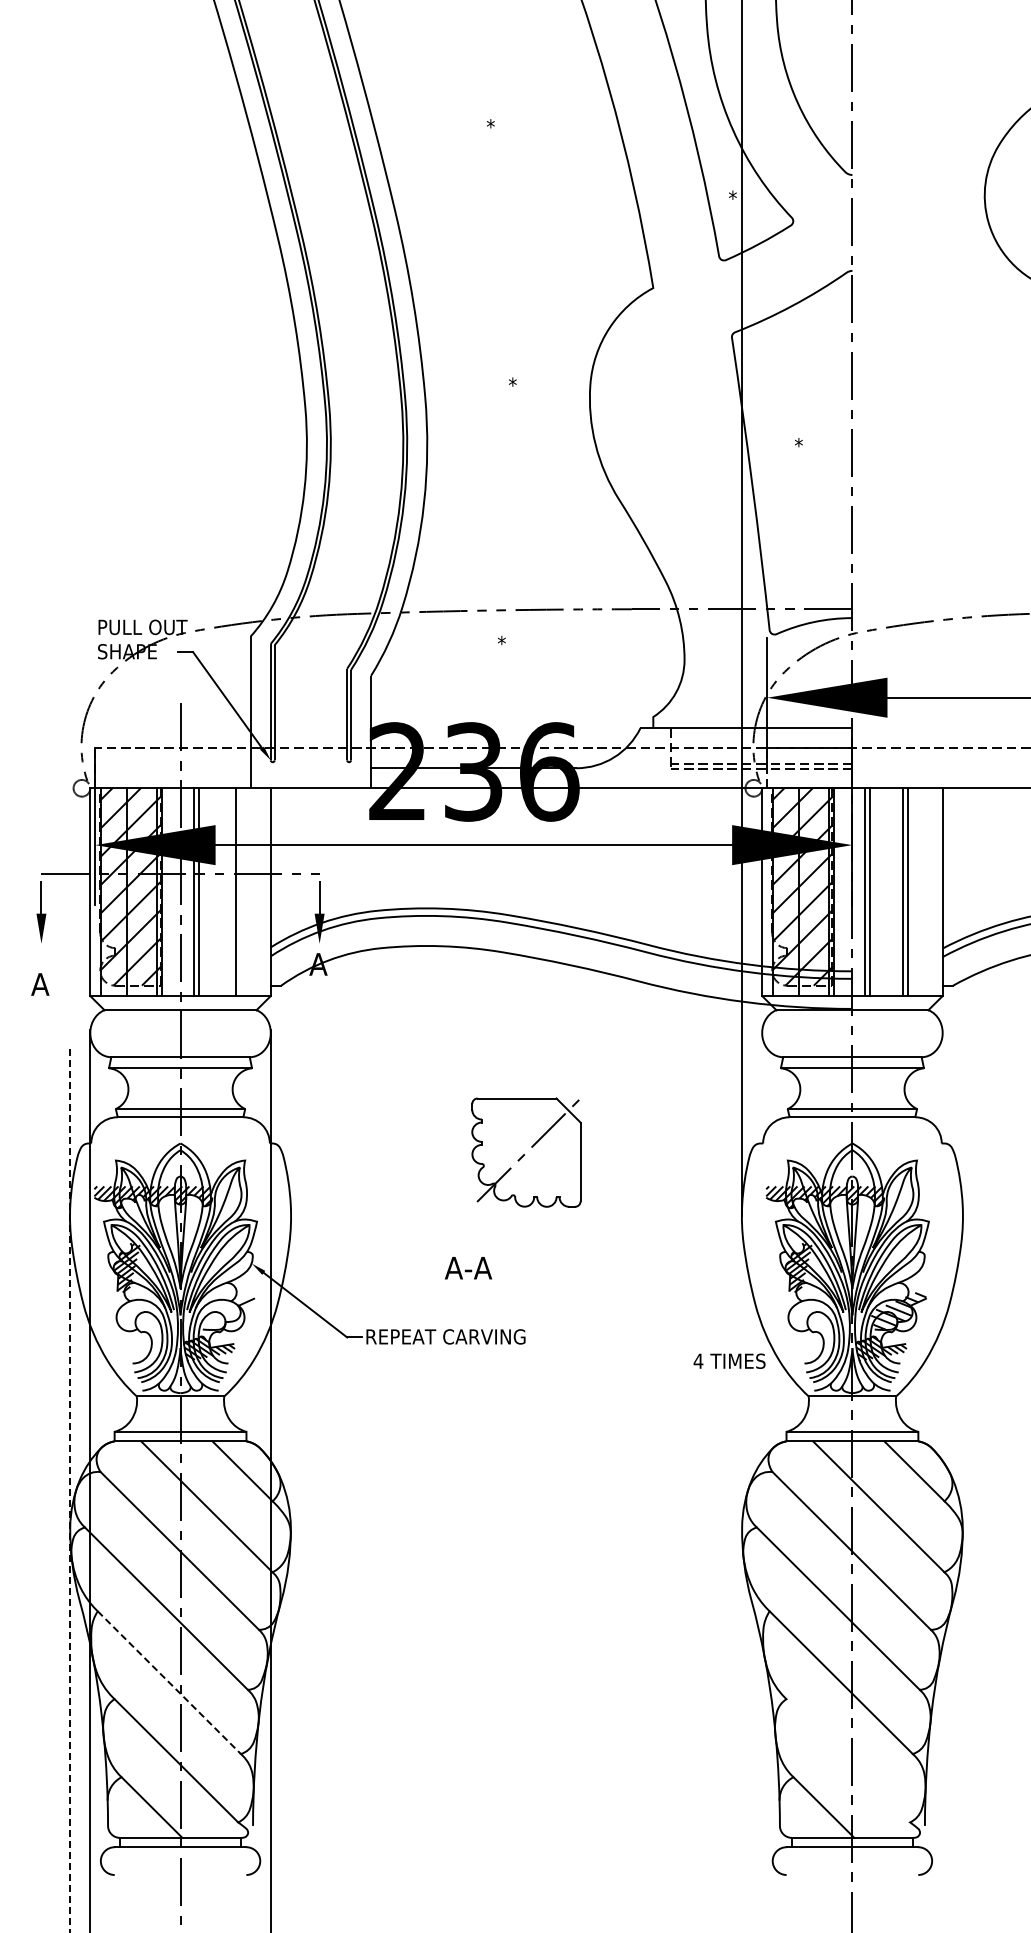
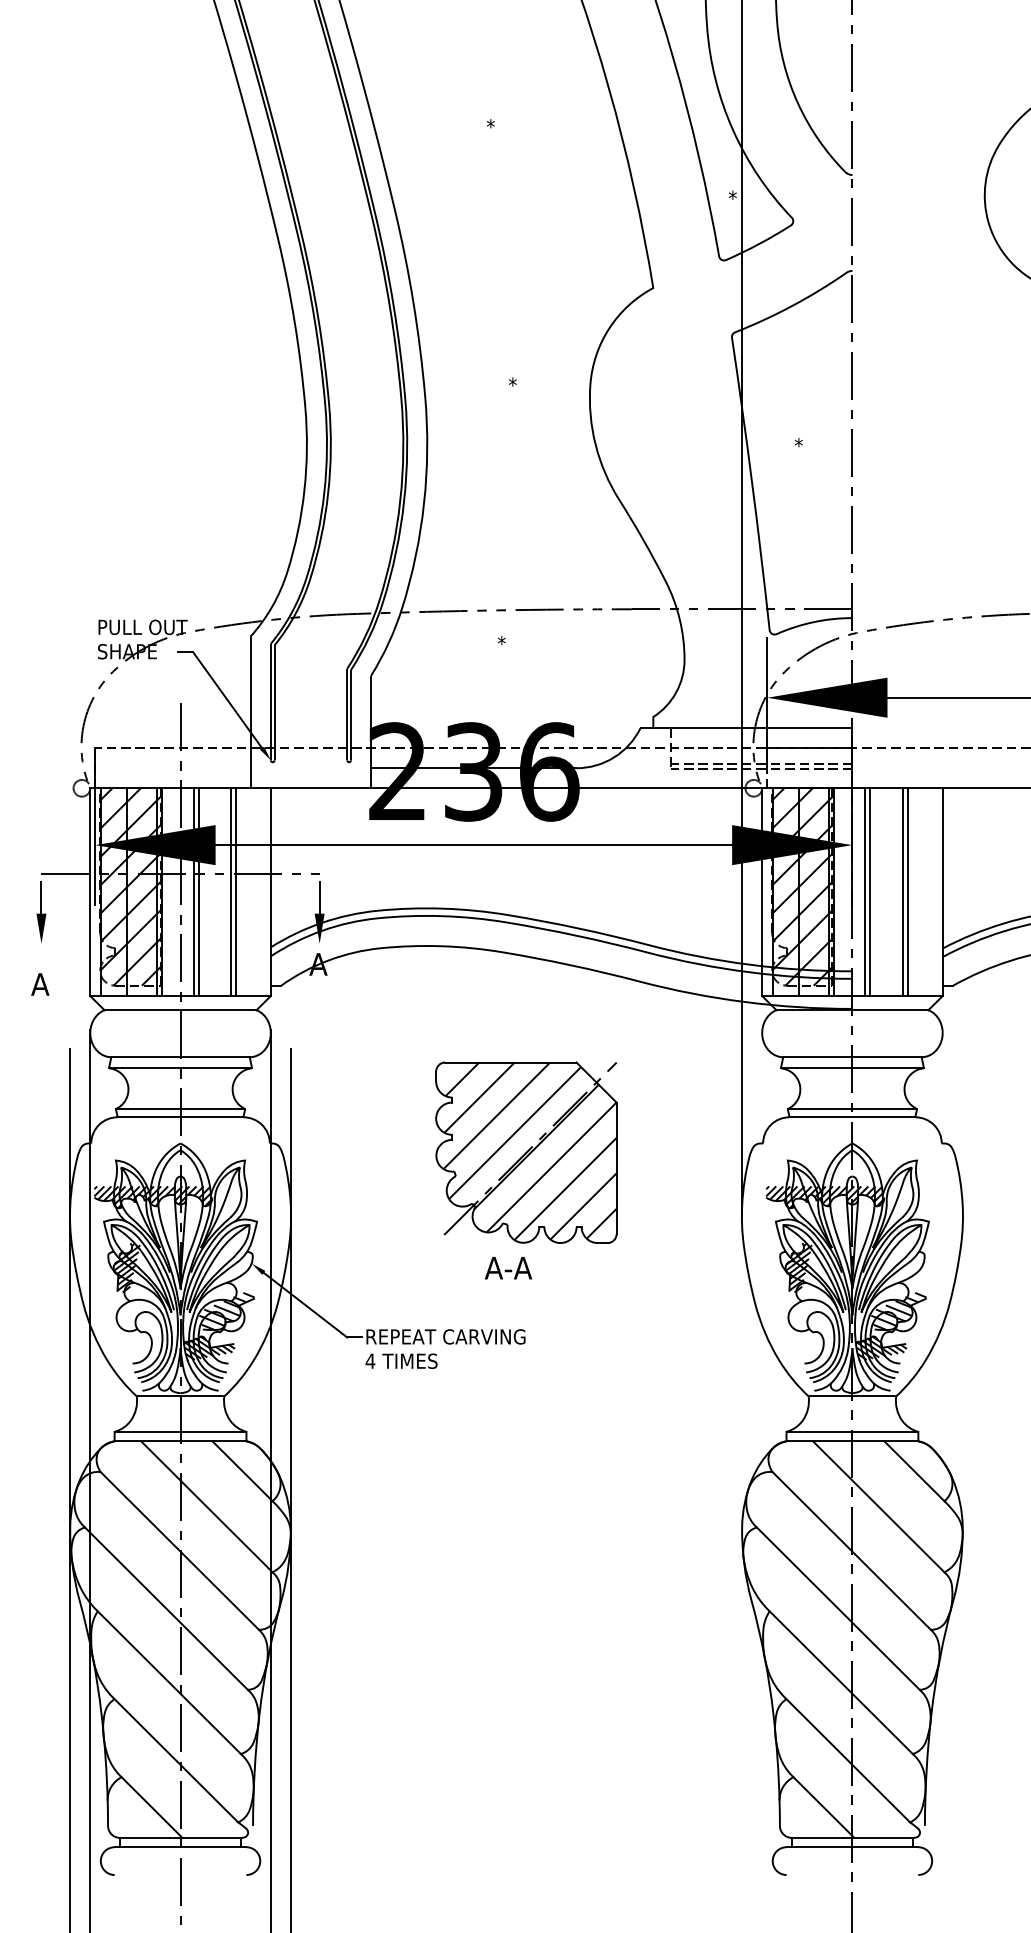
line at (230, 892): none -> present
part at (526, 1152) size: 111x111 px -> 183x183 px
text at (468, 1268) position: (468, 1268) -> (508, 1268)
hatch at (226, 1310): none -> present
text at (729, 1360) position: (729, 1360) -> (401, 1360)
line at (290, 1488): none -> present
line at (70, 1490): dashed -> solid
line at (169, 1683): dashed -> solid
line at (848, 1760): none -> present
